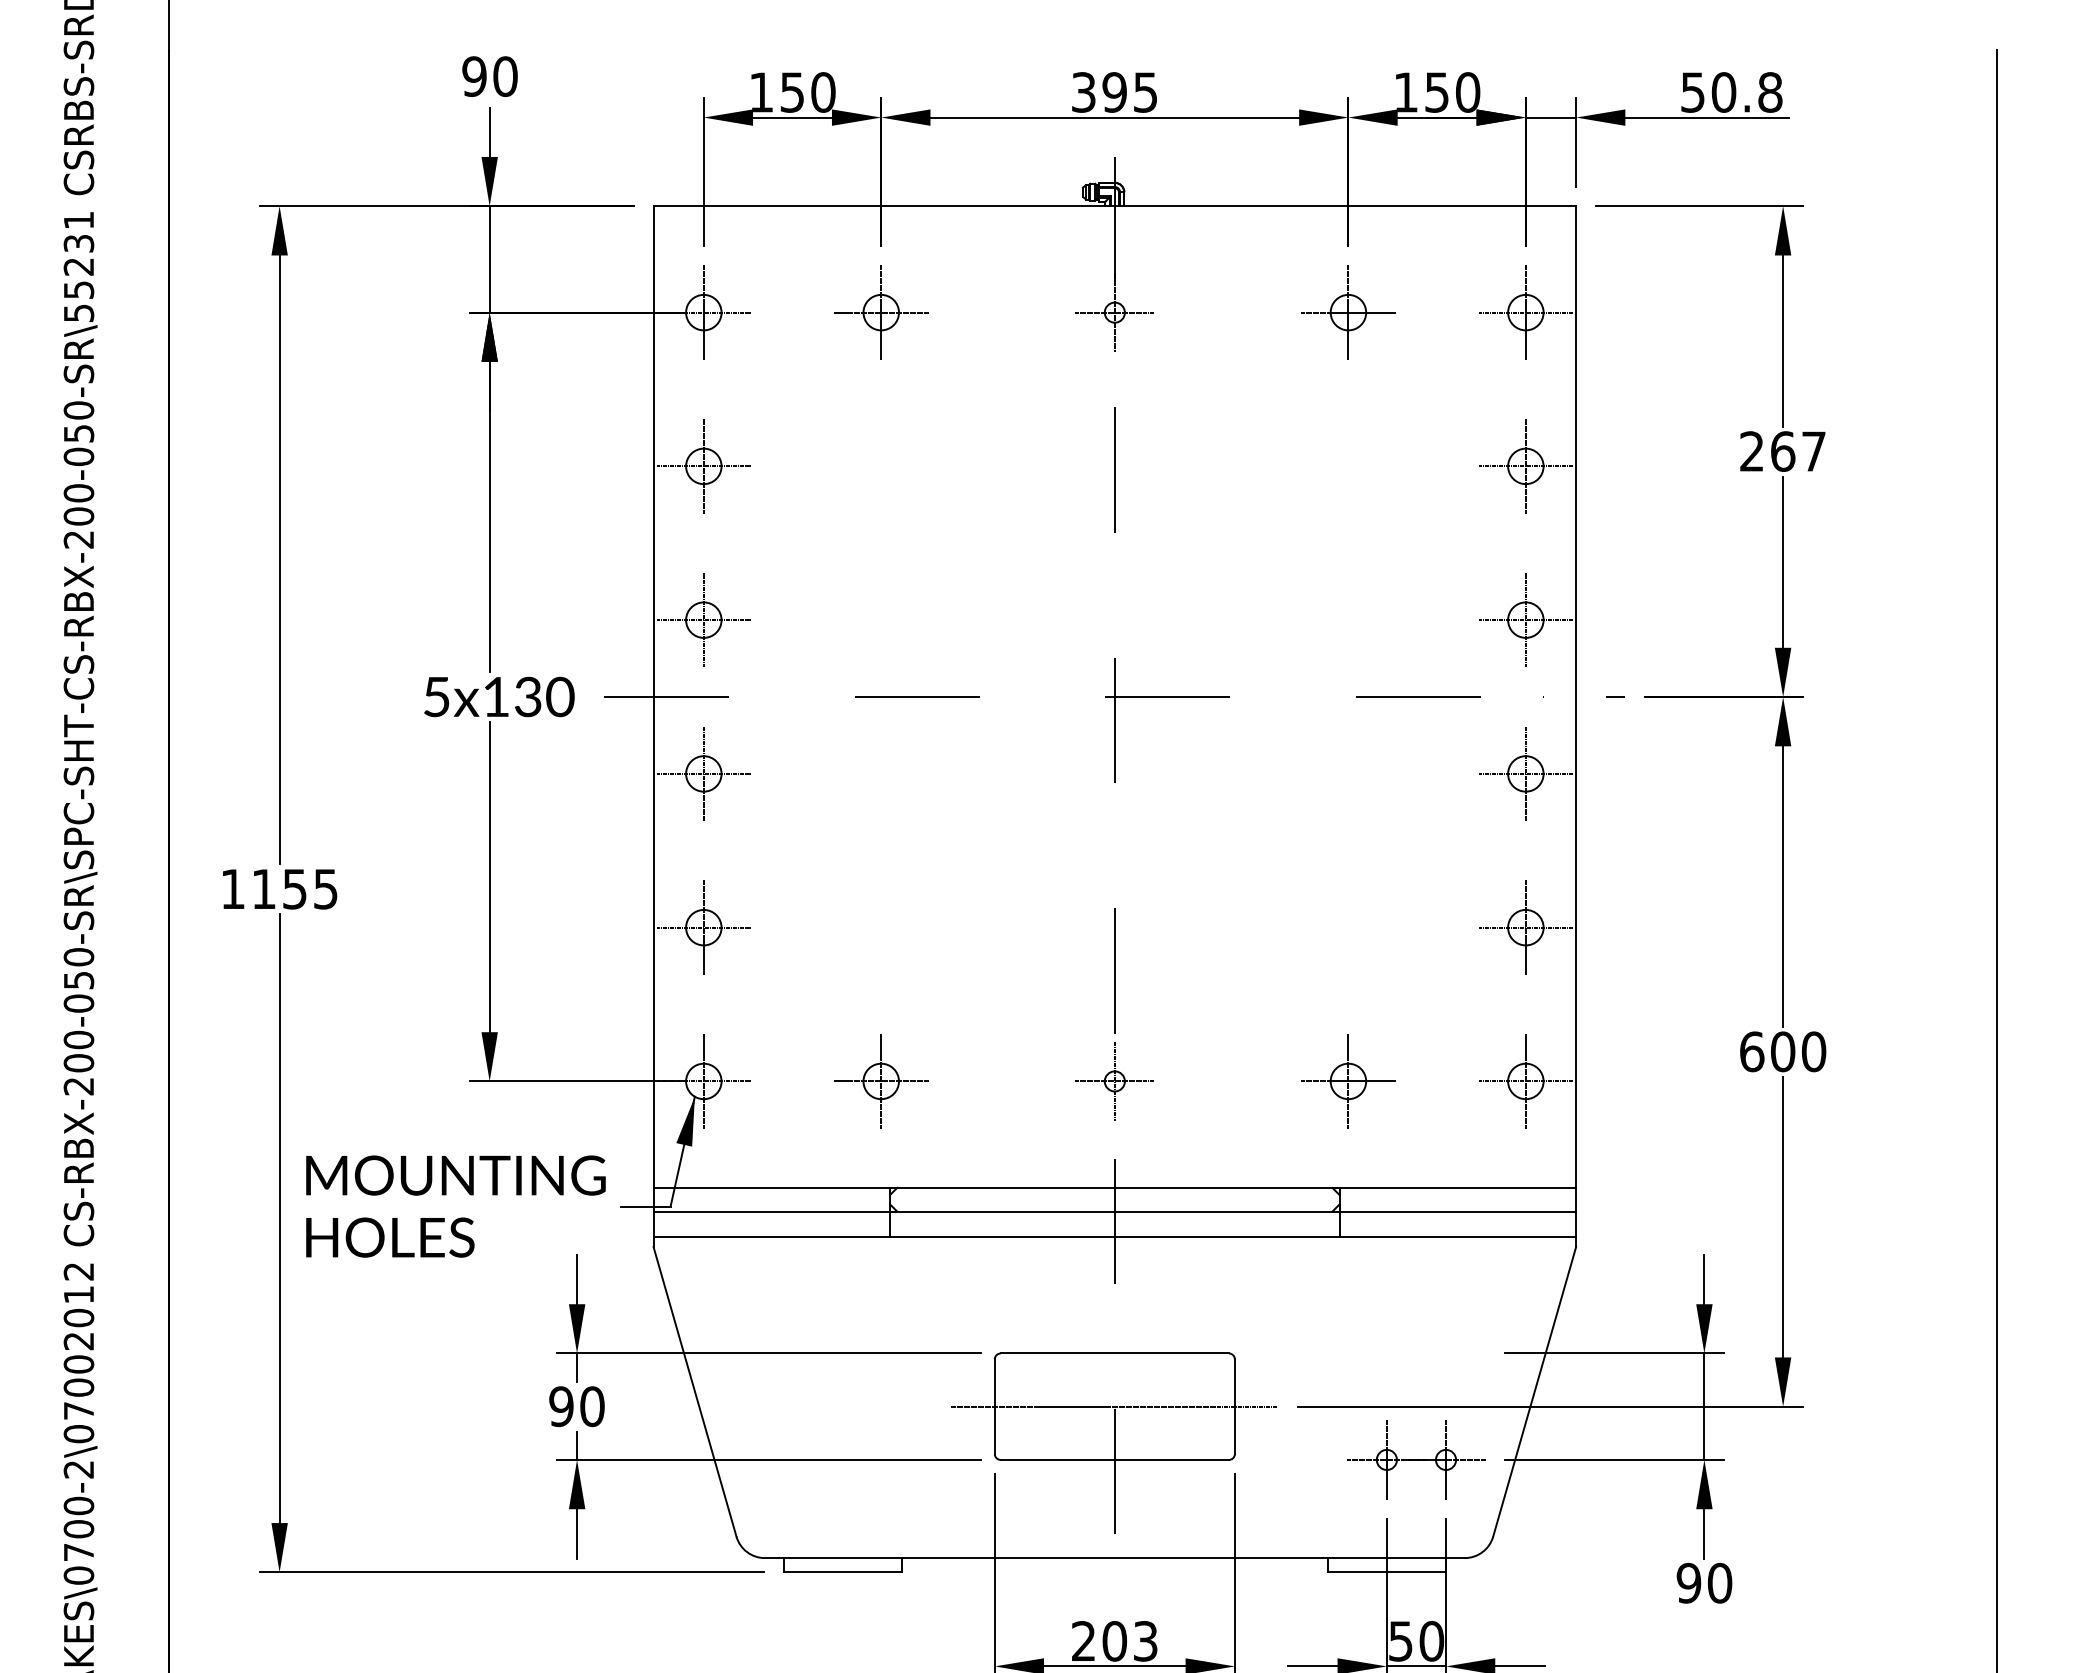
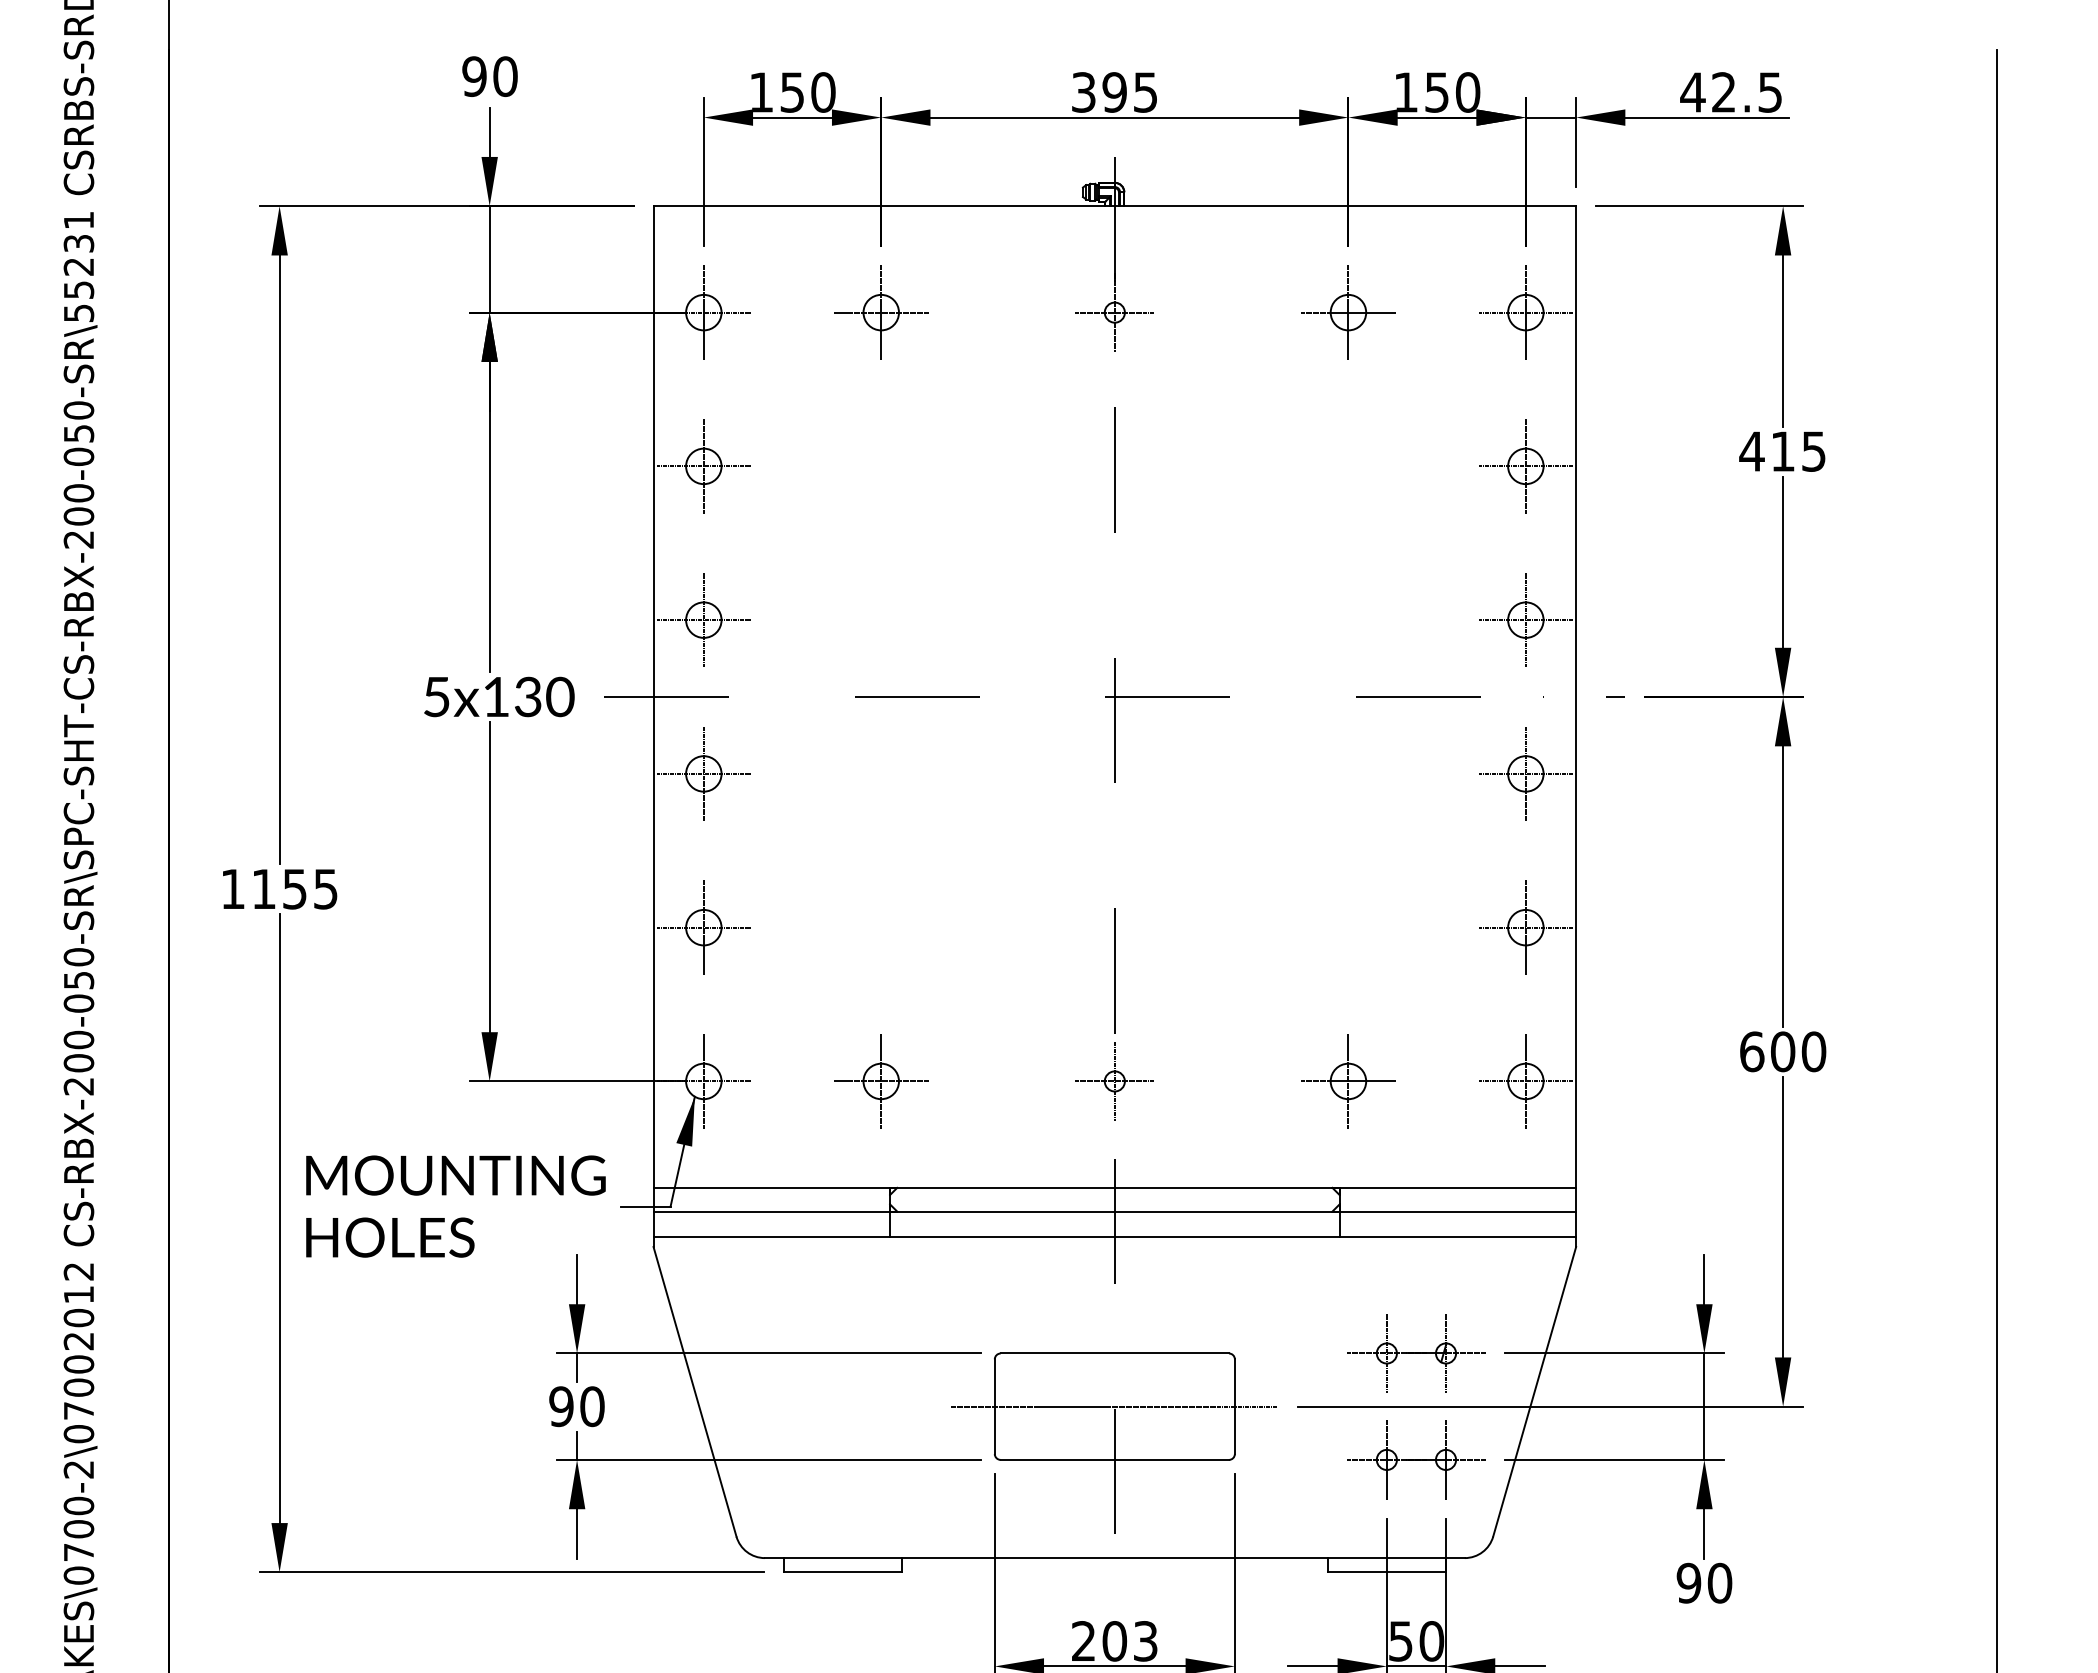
text at (1731, 92): 50.8 -> 42.5
text at (1782, 451): 267 -> 415
part at (1416, 1353): none -> present
